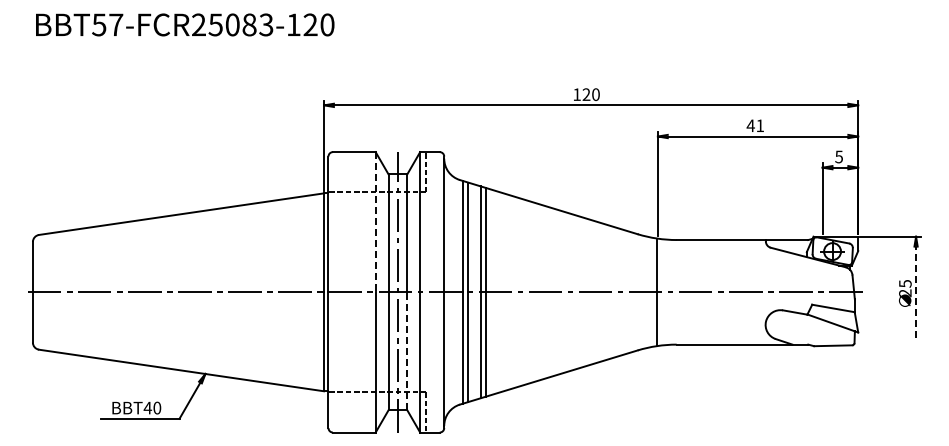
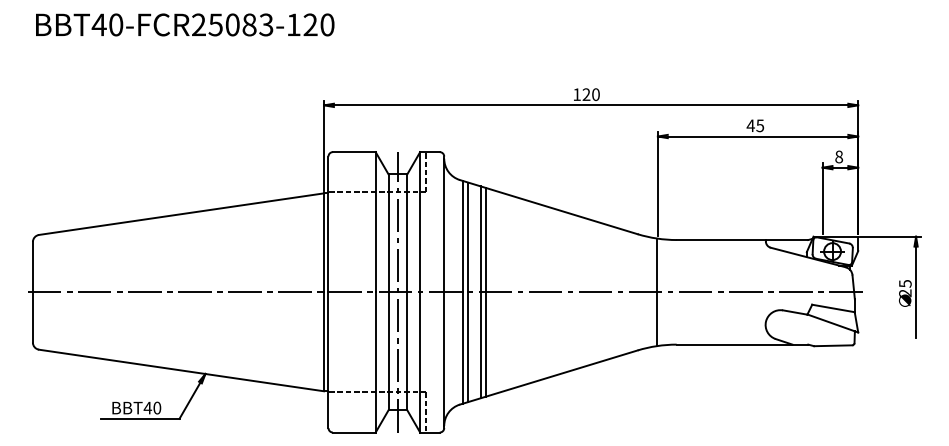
text at (107, 24): BBT57-FCR25083-120 -> BBT40-FCR25083-120
text at (760, 125): 41 -> 45
text at (839, 156): 5 -> 8
line at (375, 222): dashed -> solid
line at (916, 292): dashed -> solid
line at (407, 351): dashed -> solid
